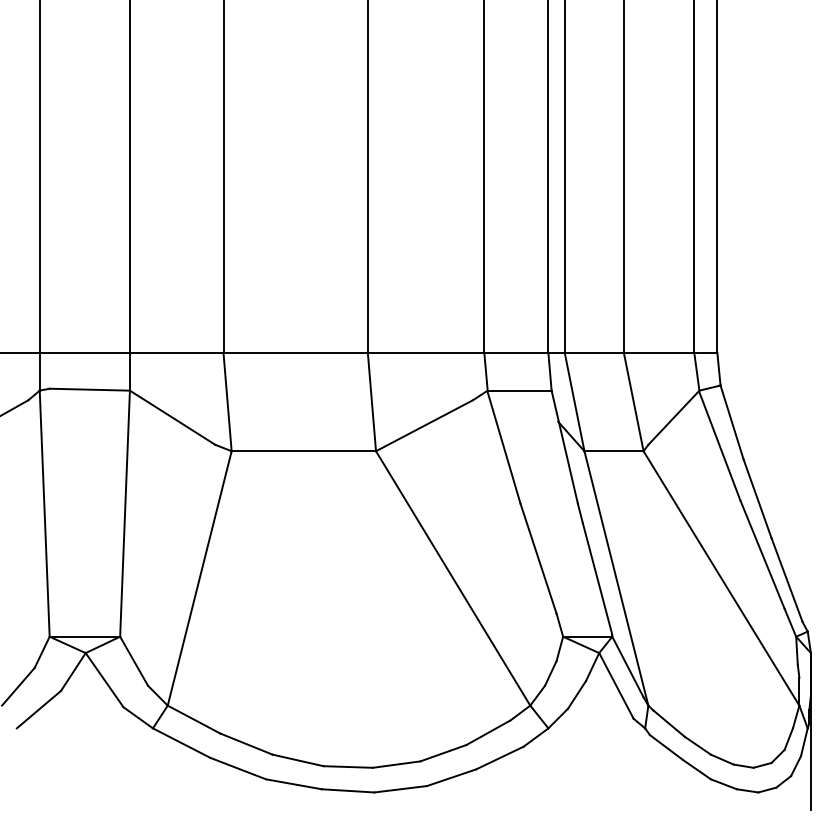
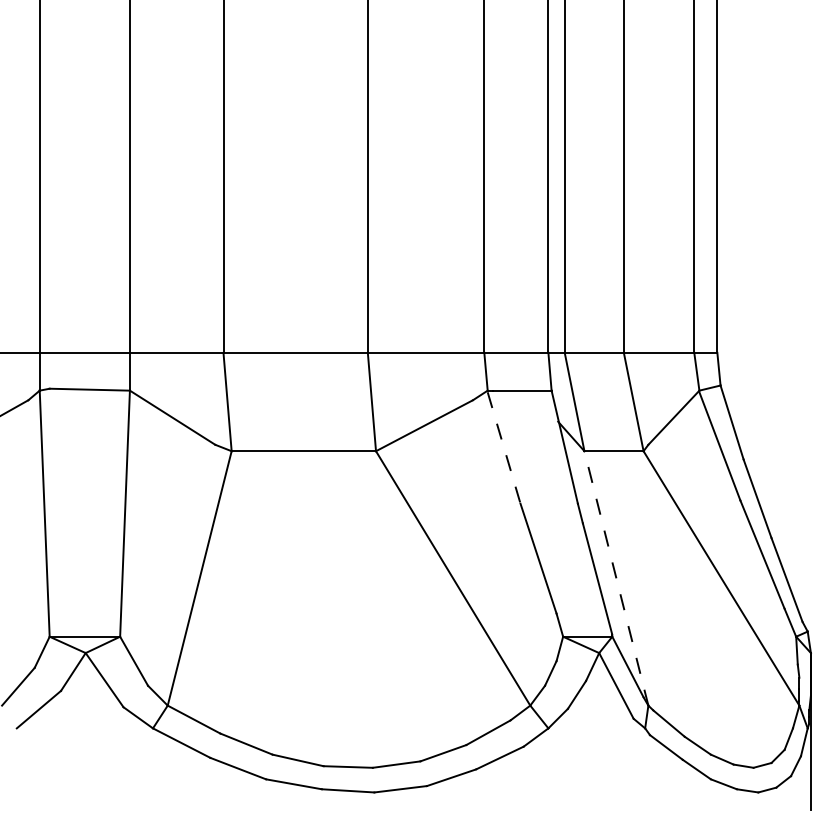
line at (504, 448): solid -> dashed
line at (616, 577): solid -> dashed
